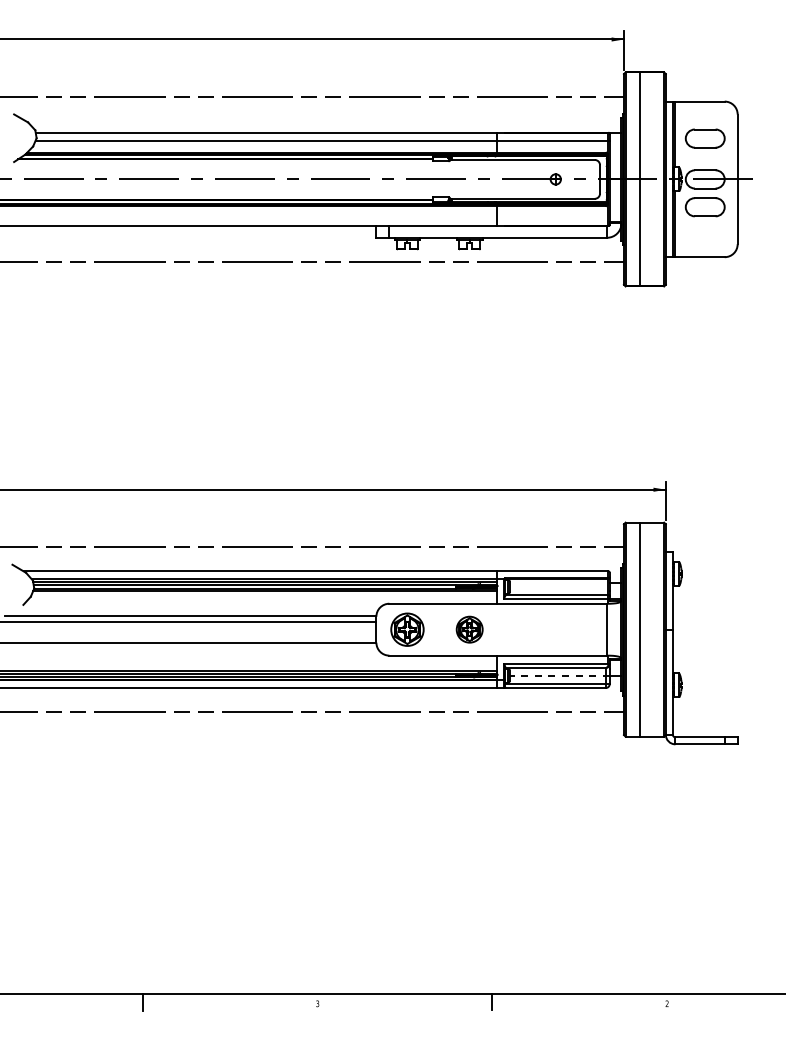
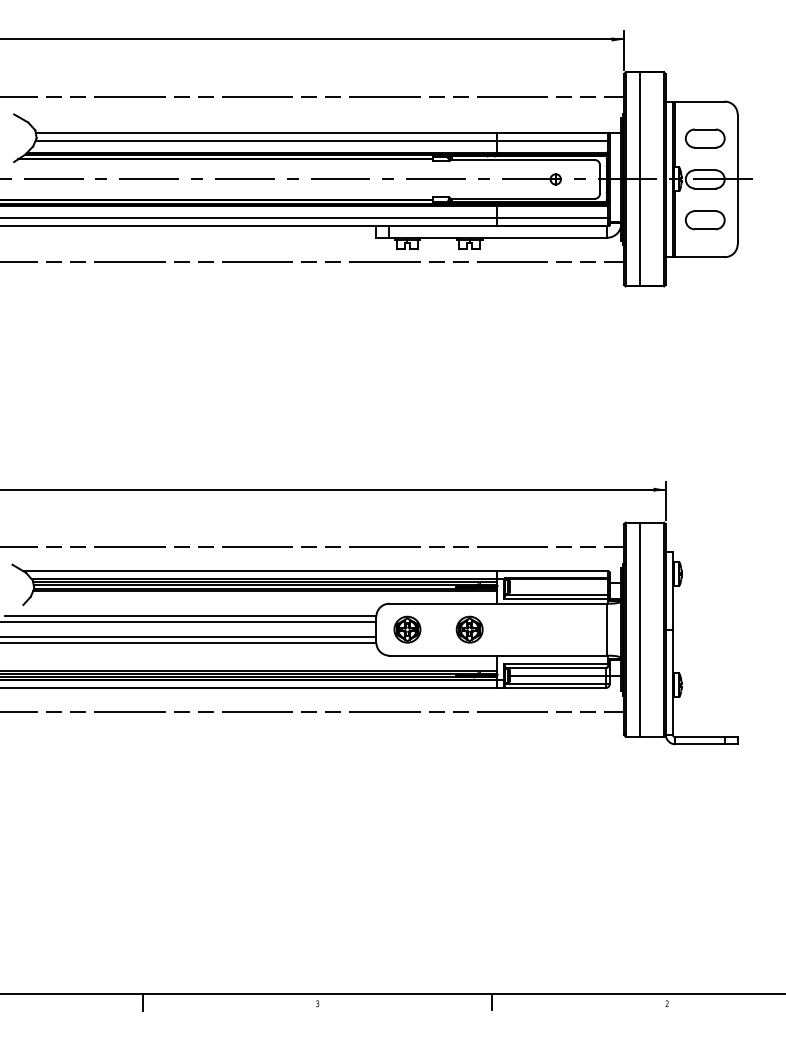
part at (704, 207) position: (704, 207) -> (704, 220)
line at (305, 218): none -> present
part at (407, 629) size: 35x35 px -> 29x29 px
line at (189, 637): none -> present
line at (559, 675): dashed -> solid
